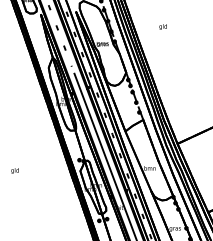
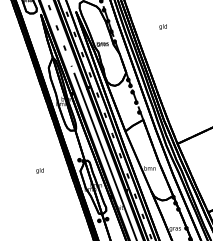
text at (14, 170) position: (14, 170) -> (39, 170)
